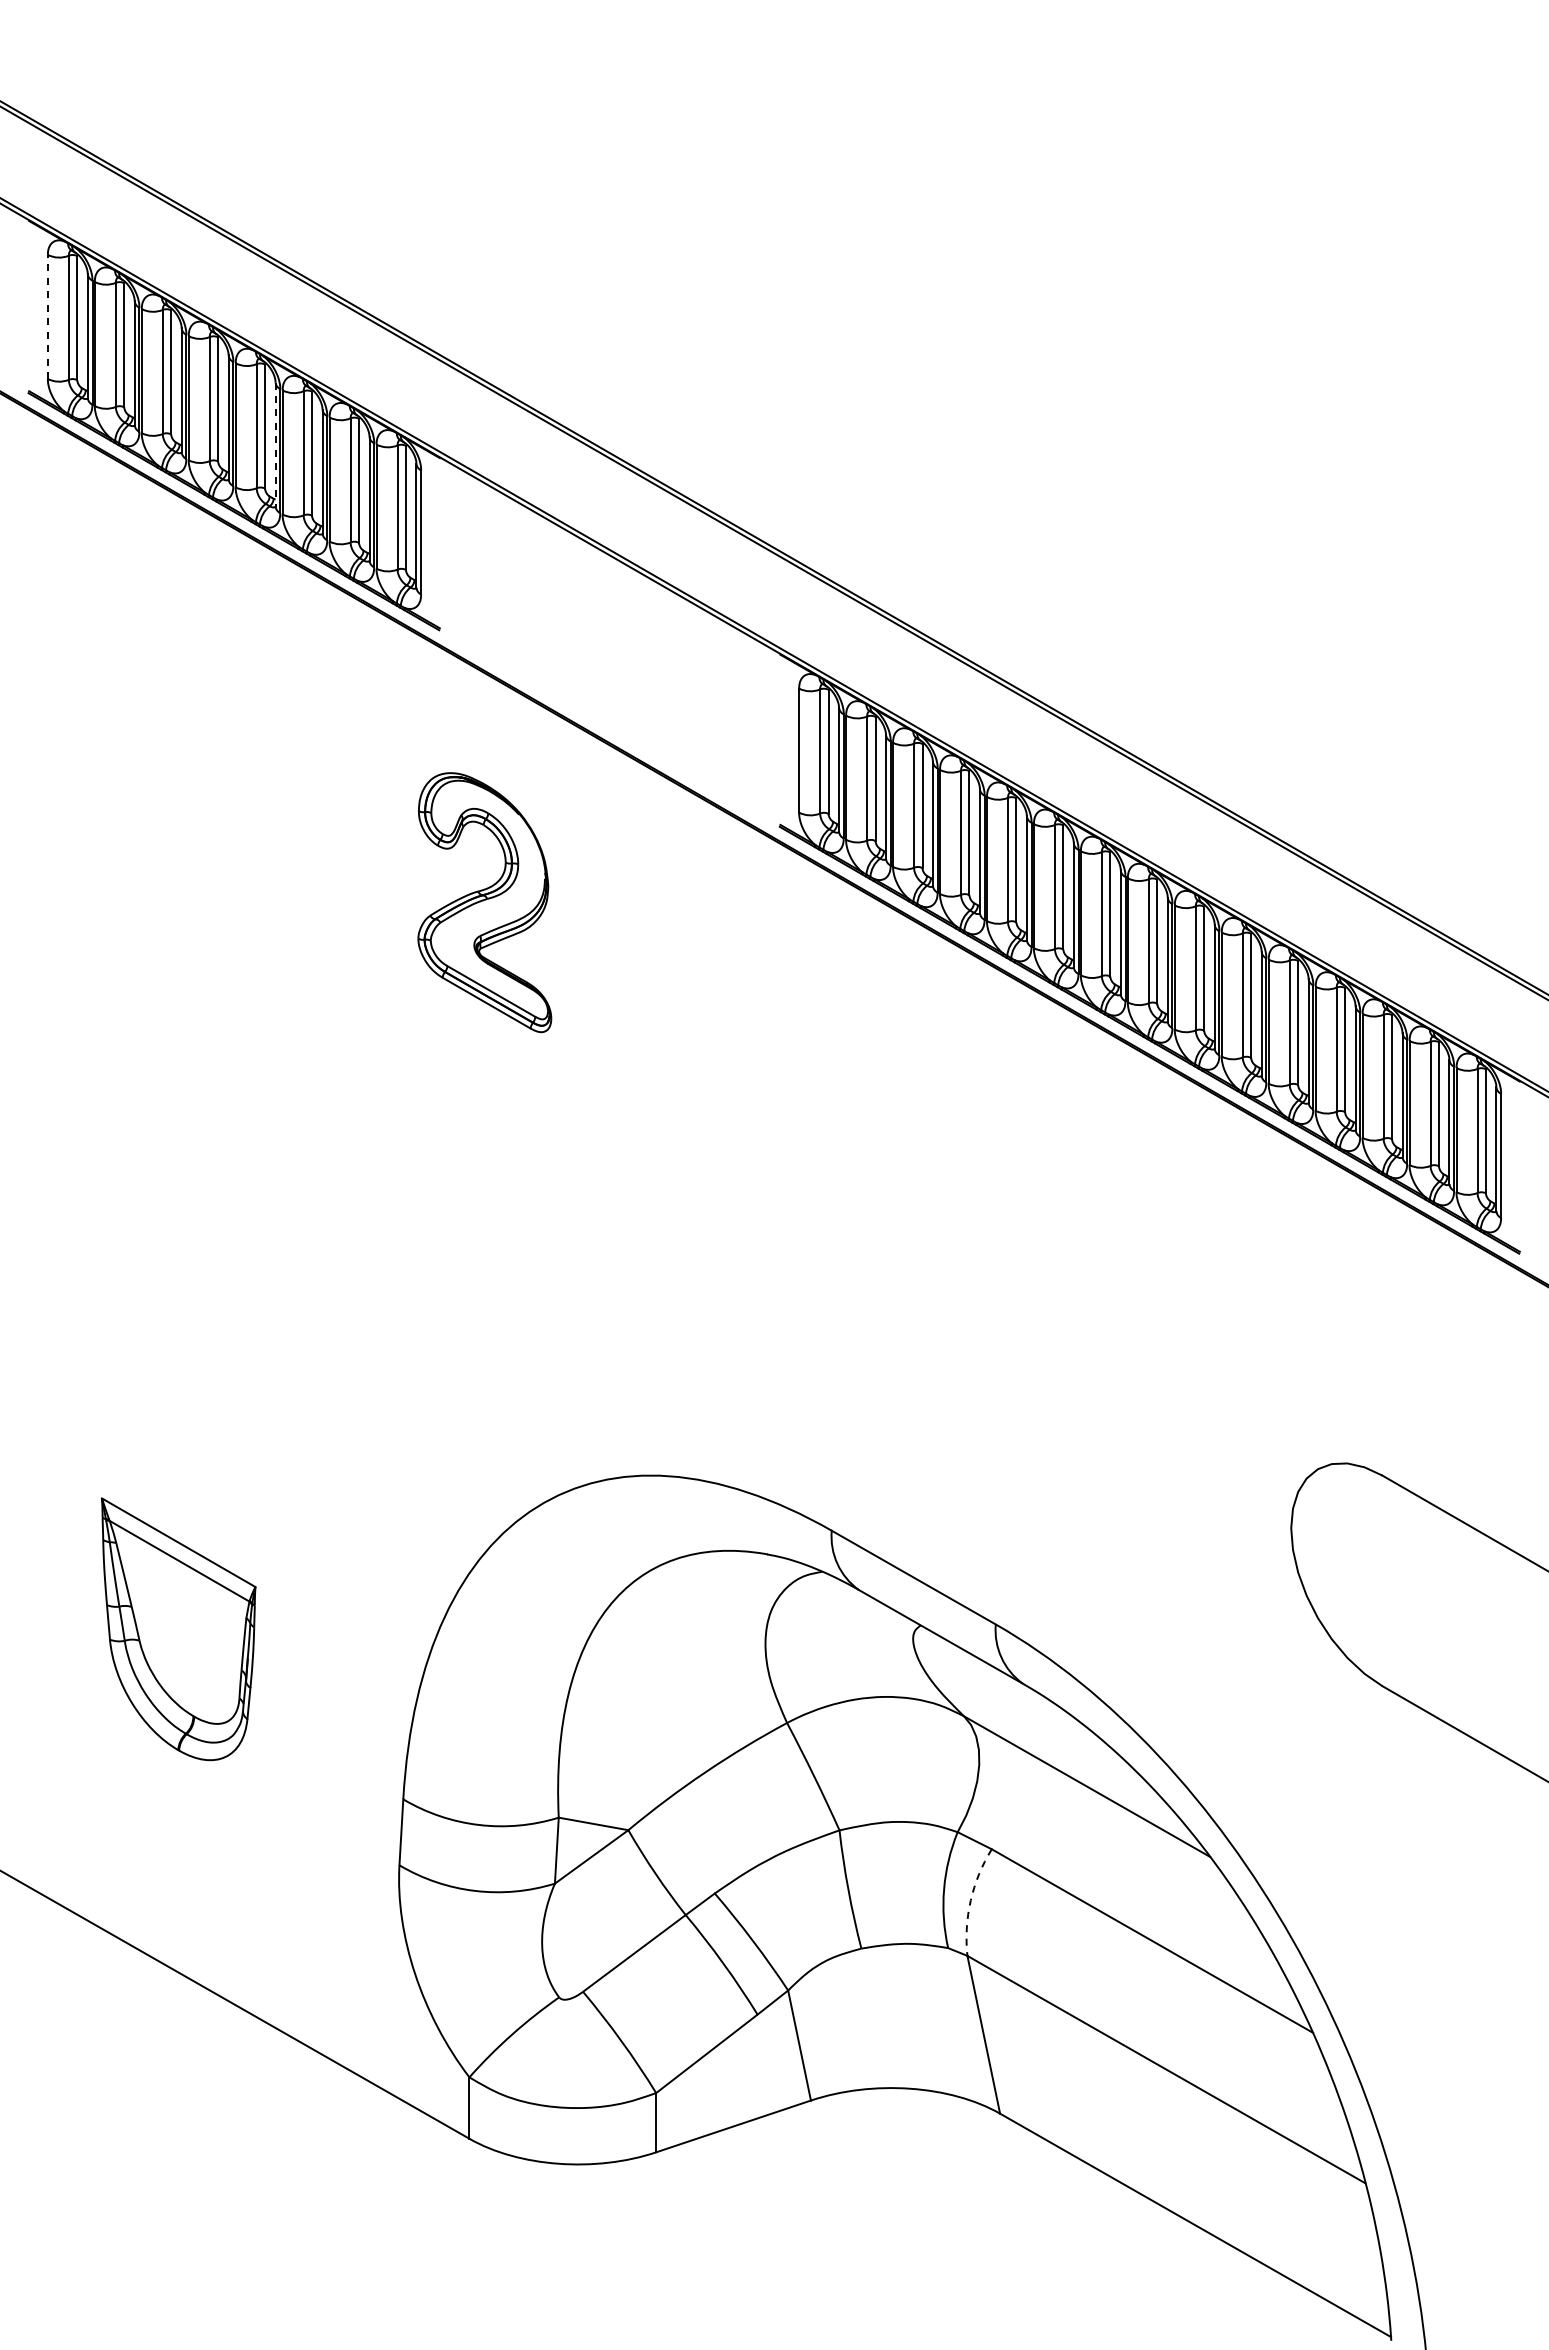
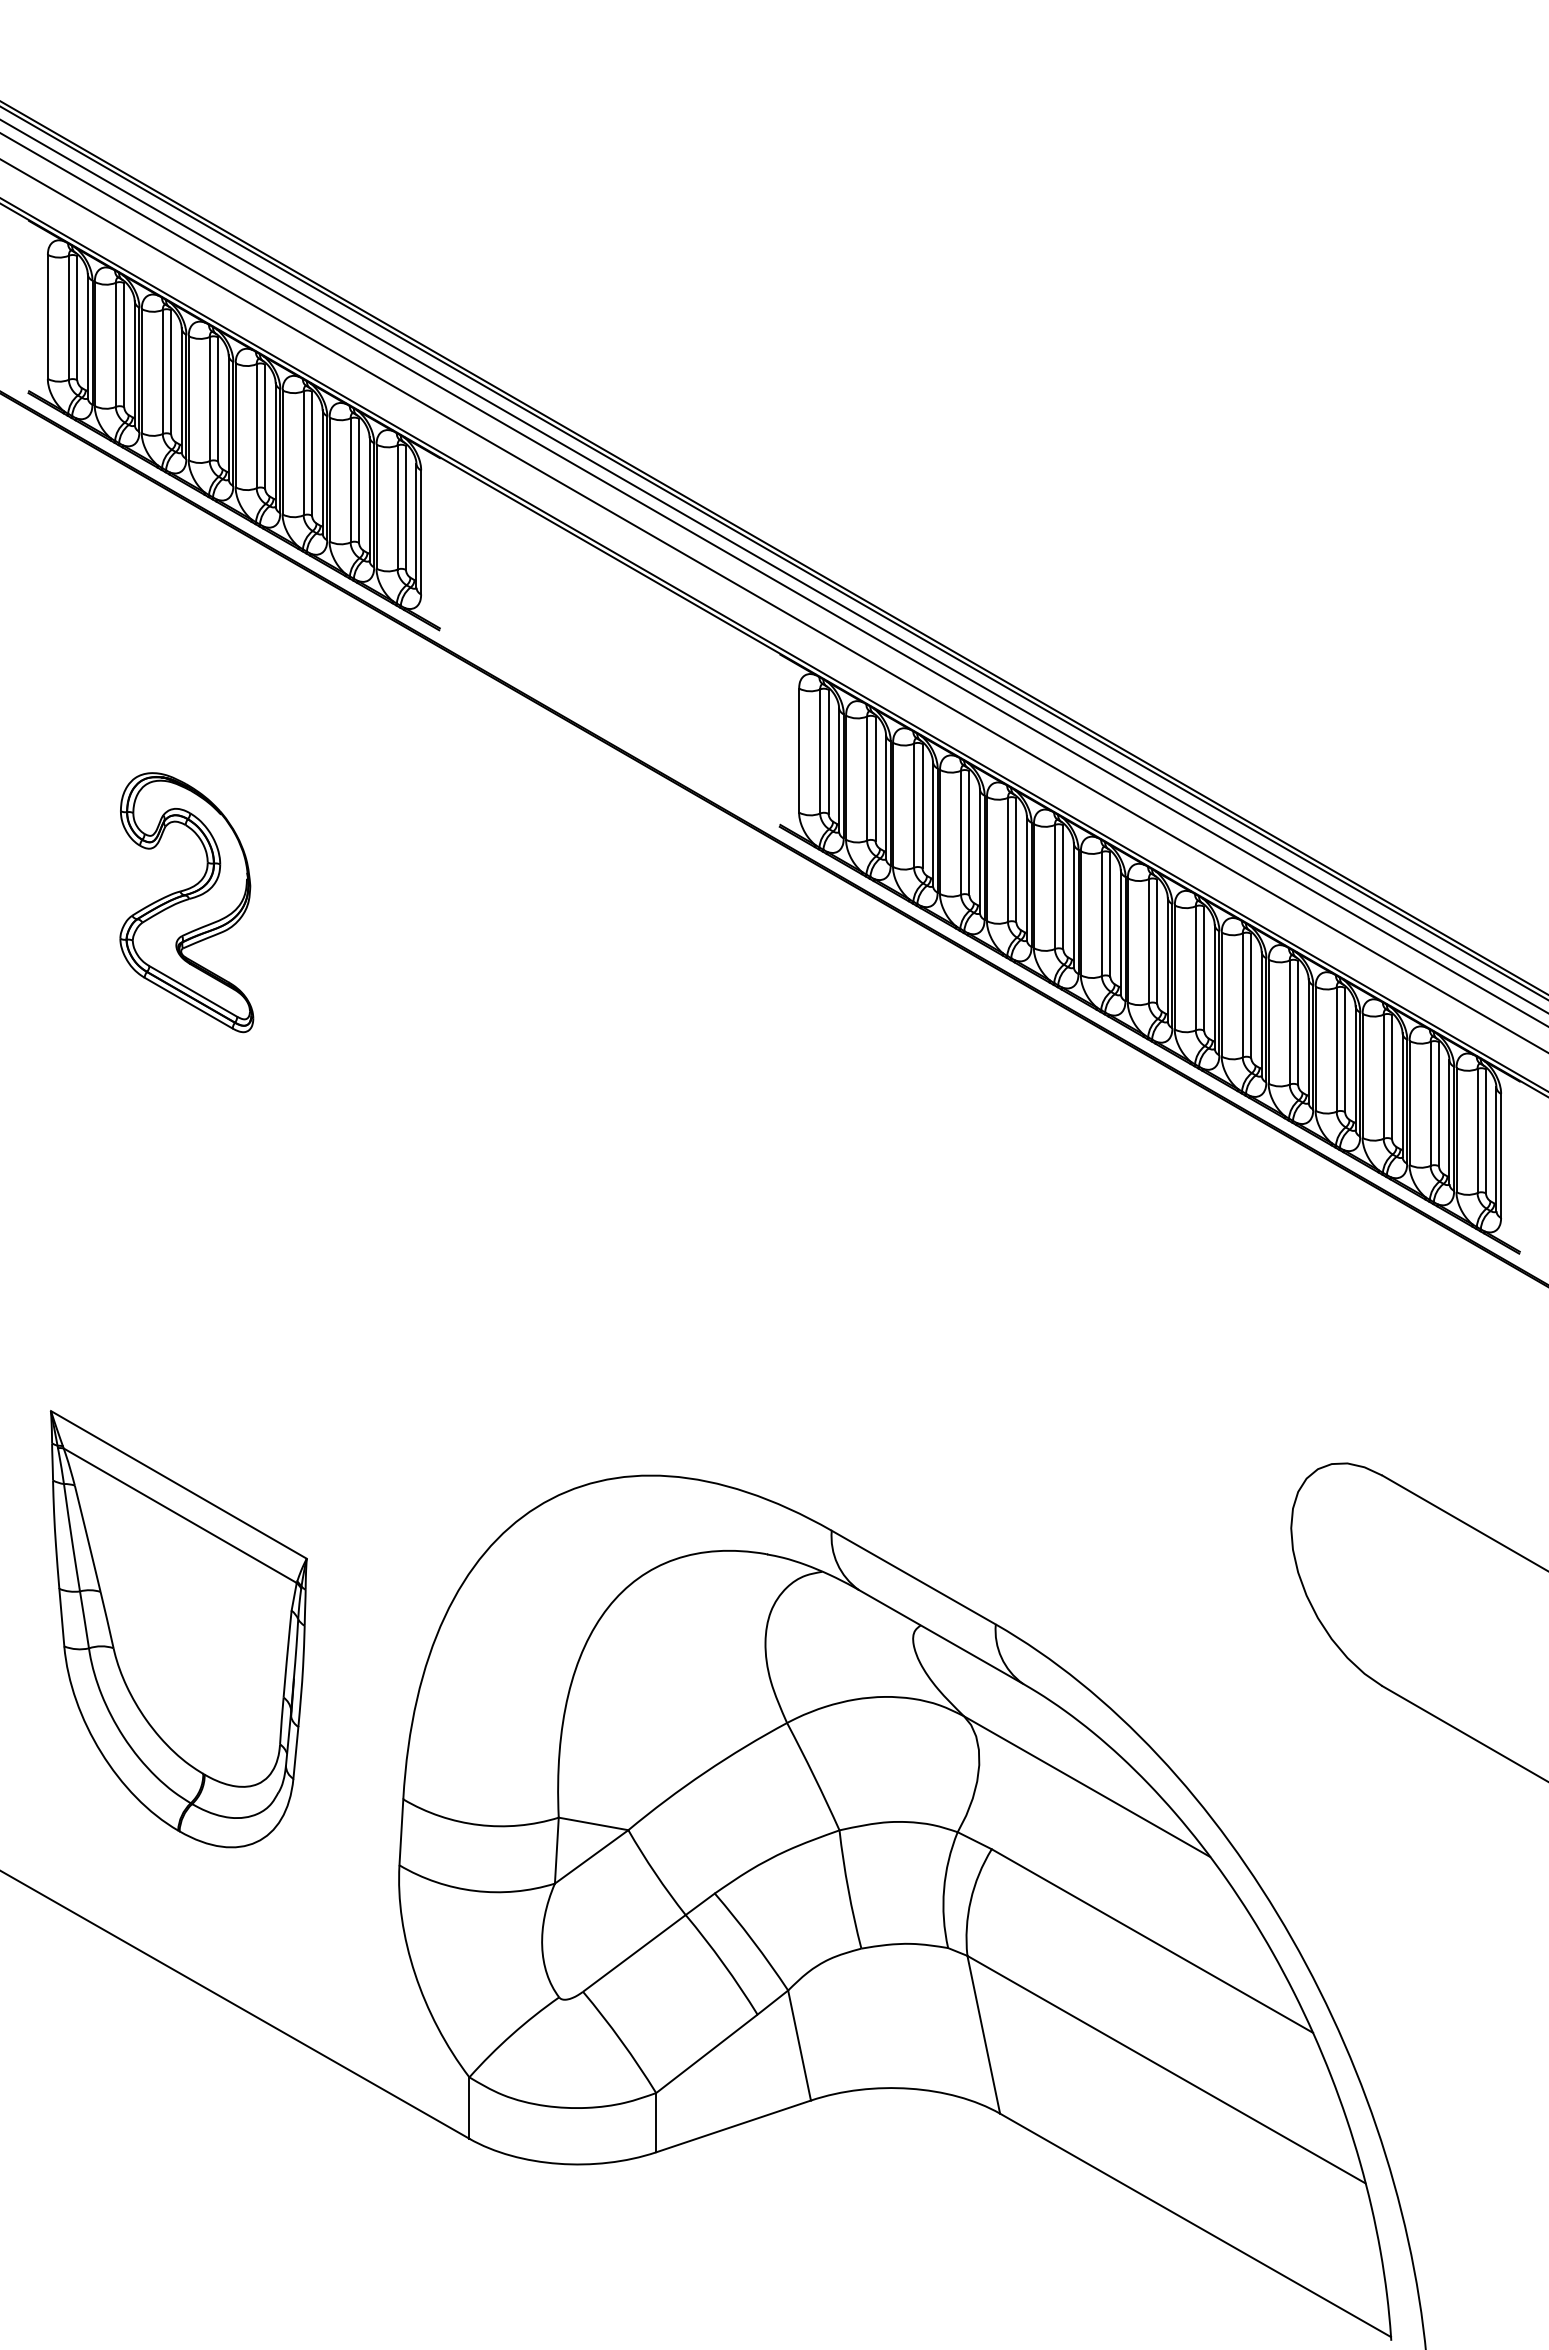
line at (47, 316): dashed -> solid
line at (275, 445): dashed -> solid
line at (773, 565): none -> present
line at (773, 579): none -> present
line at (773, 605): none -> present
part at (484, 902) position: (484, 902) -> (186, 902)
part at (178, 1629) size: 157x265 px -> 259x439 px
arc at (970, 1900): dashed -> solid
